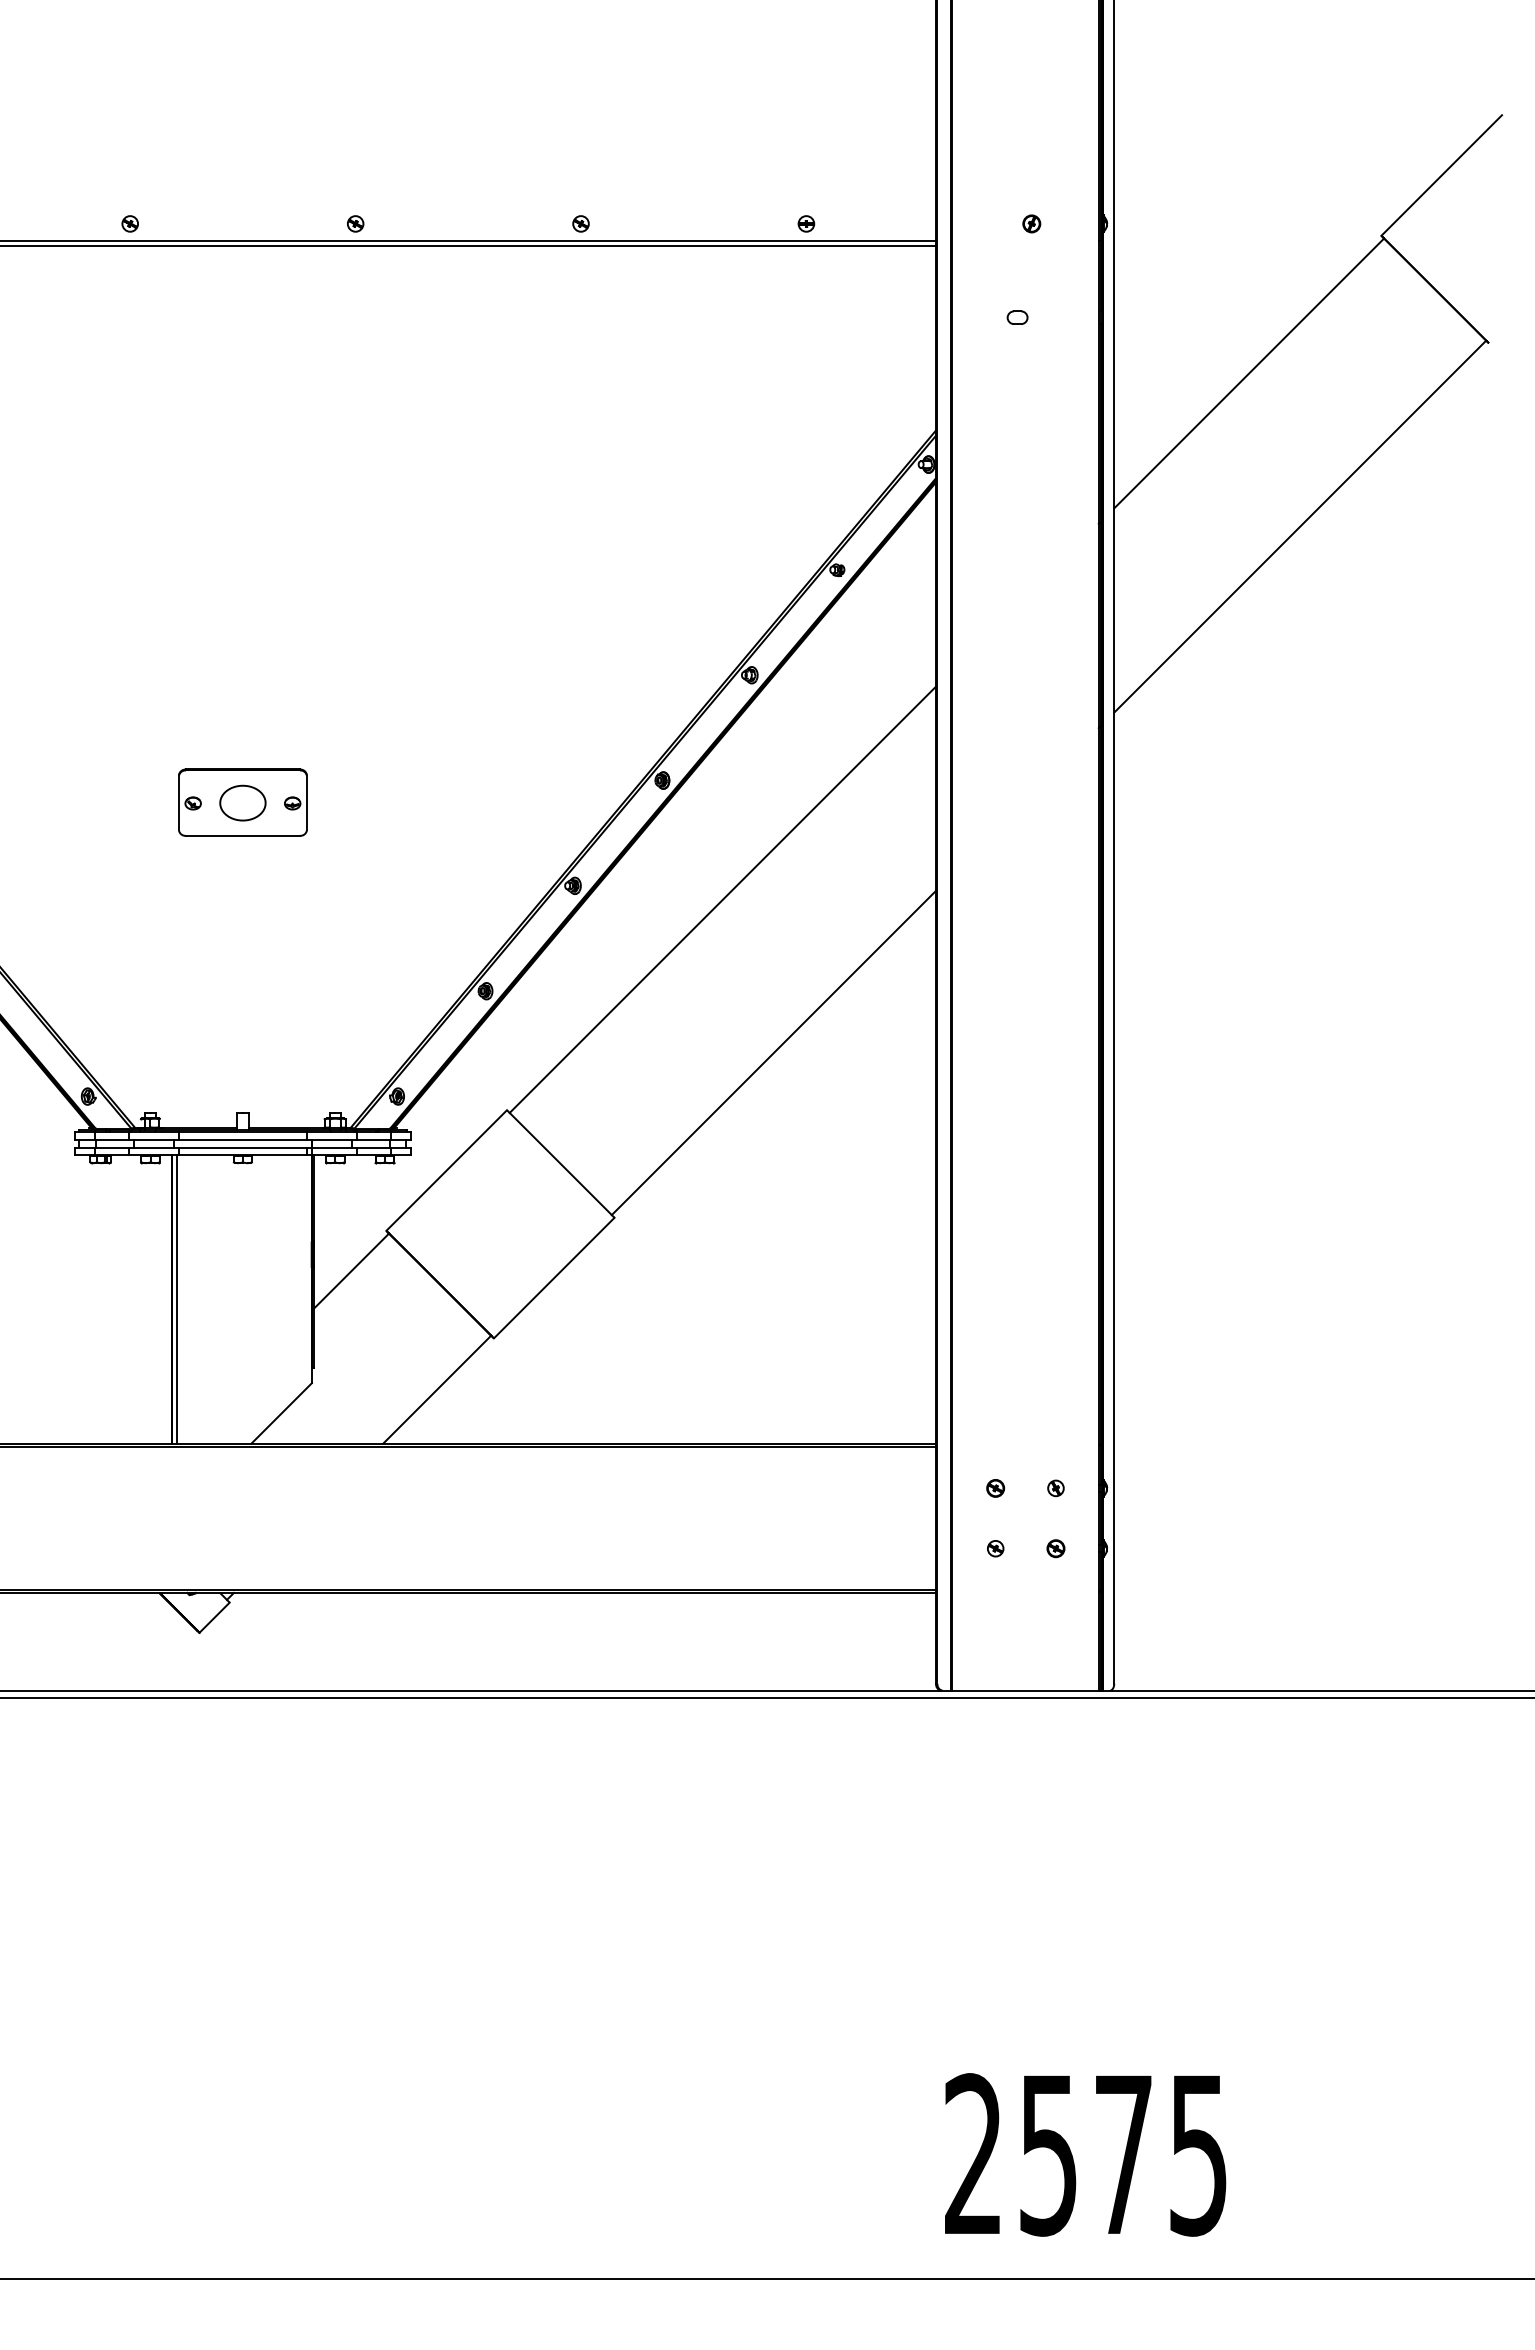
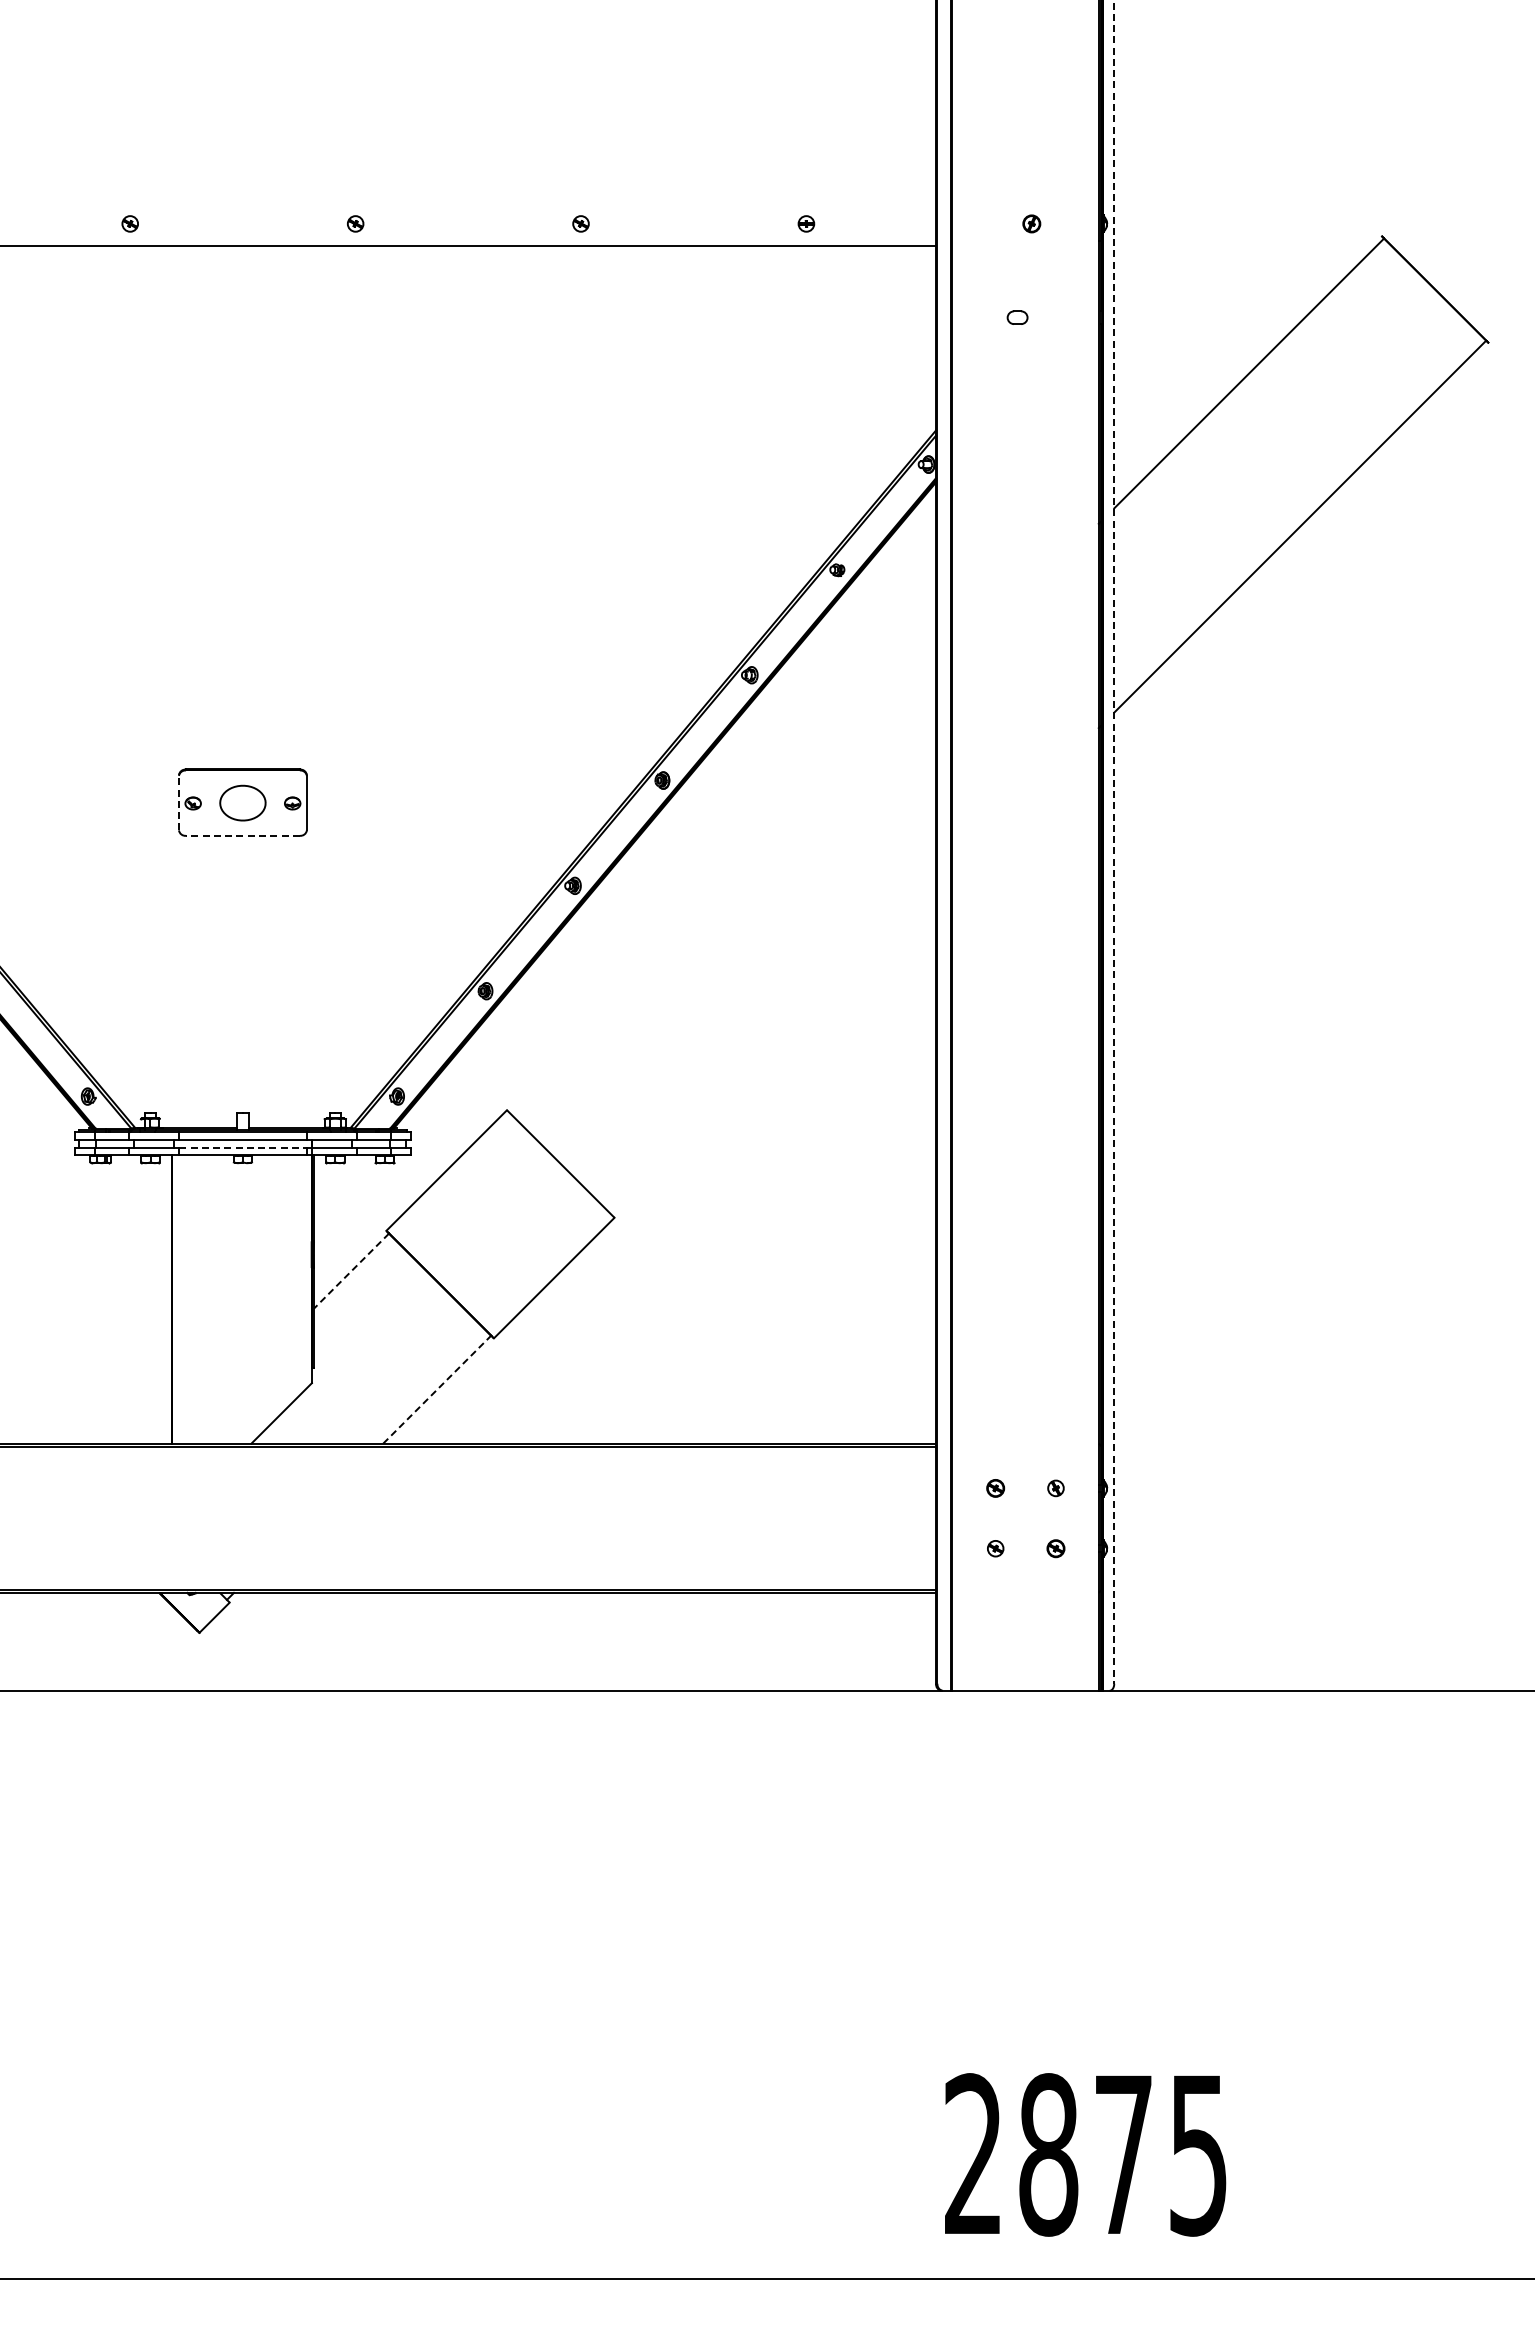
line at (1441, 175): present -> none
line at (469, 241): present -> none
line at (178, 802): solid -> dashed
line at (242, 835): solid -> dashed
line at (1114, 841): solid -> dashed
line at (722, 899): present -> none
line at (773, 1052): present -> none
line at (242, 1148): solid -> dashed
line at (351, 1271): solid -> dashed
line at (176, 1299): present -> none
line at (437, 1389): solid -> dashed
line at (766, 1697): present -> none
text at (1048, 2154): 2575 -> 2875
